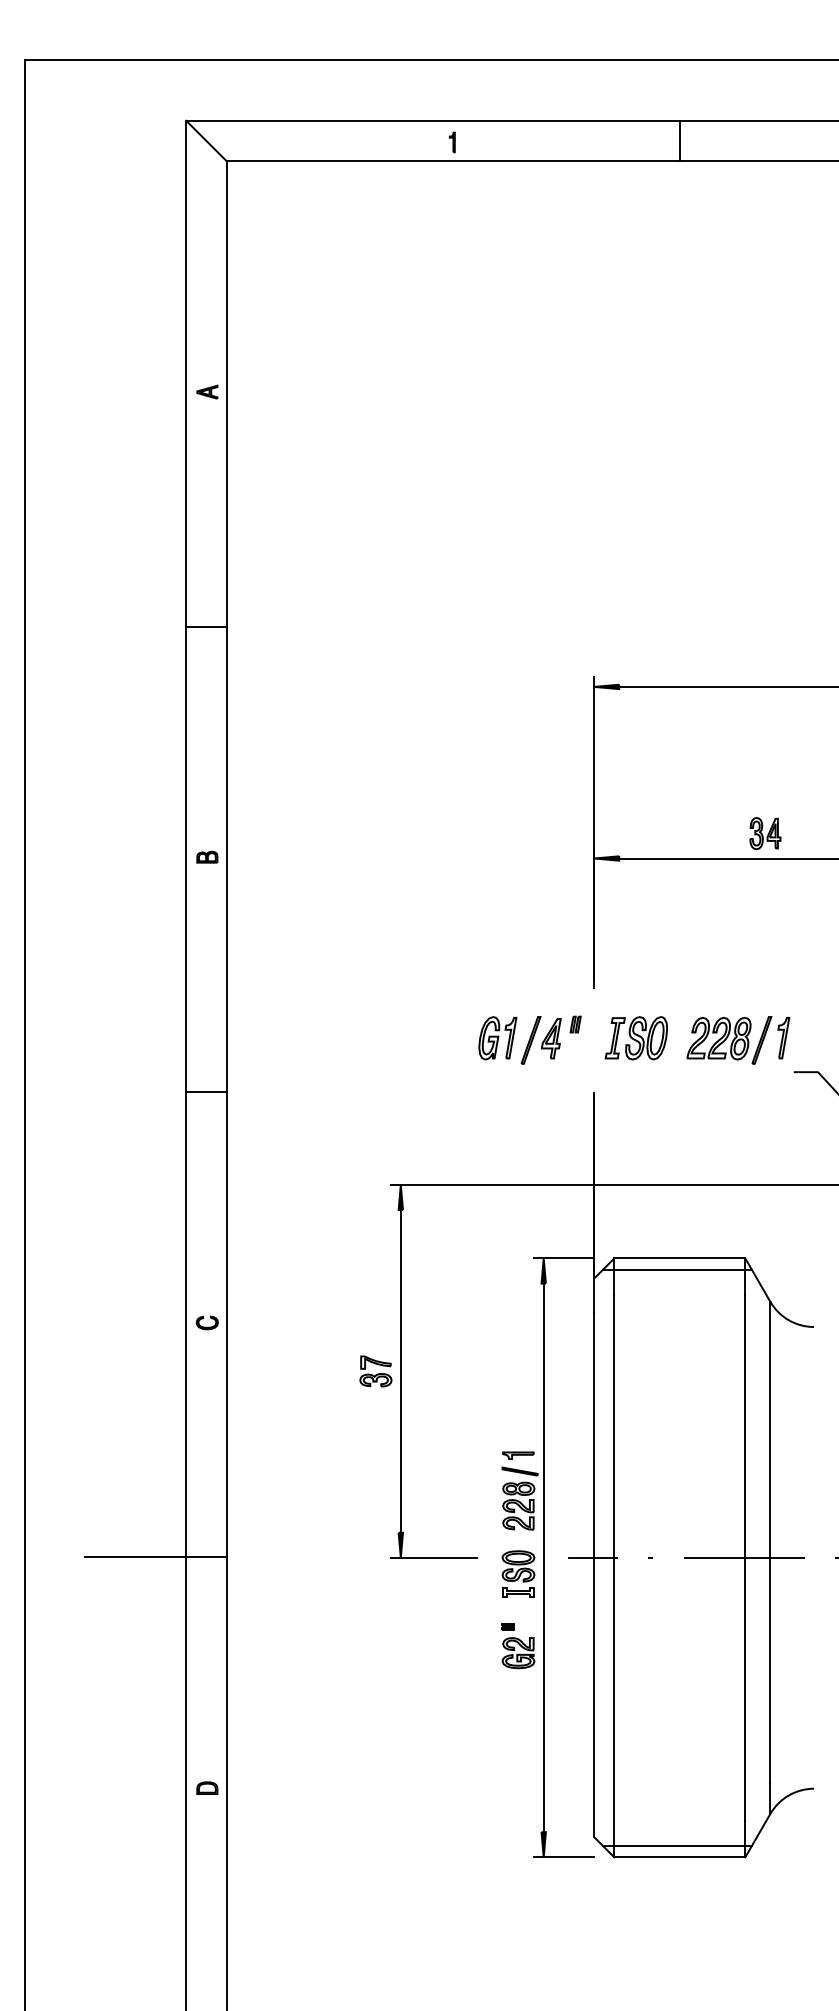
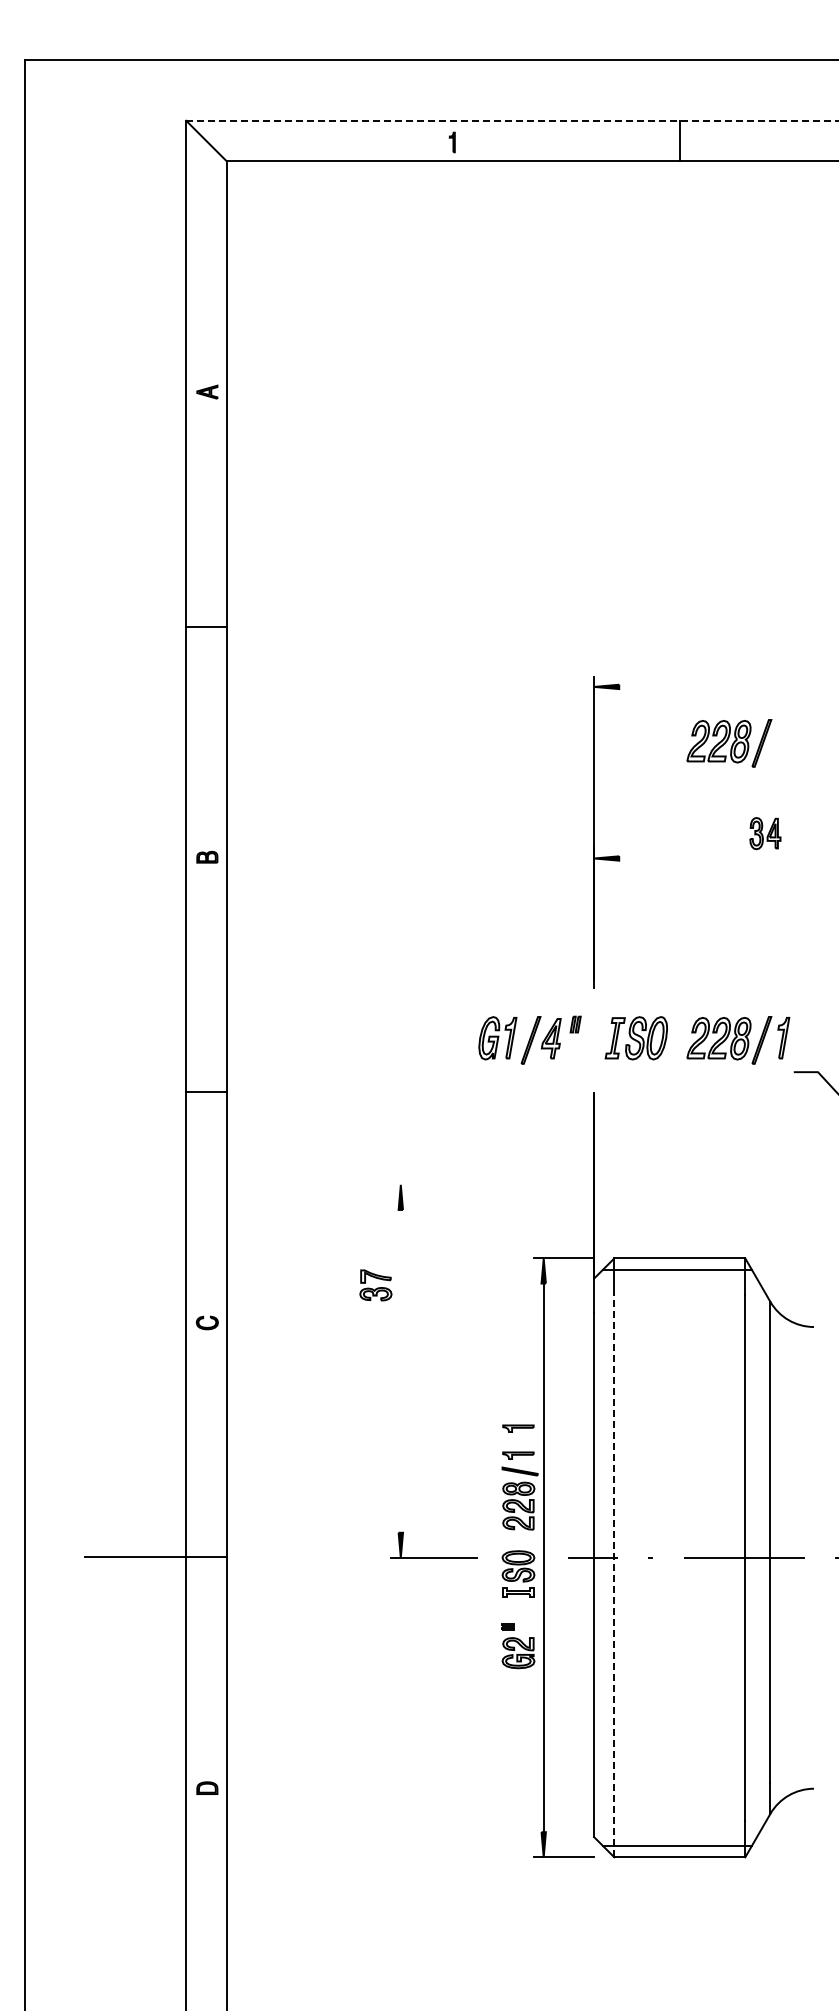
line at (512, 120): solid -> dashed
line at (727, 686): present -> none
part at (729, 743): none -> present
line at (727, 858): present -> none
line at (612, 1184): present -> none
line at (400, 1370): present -> none
part at (375, 1371) position: (375, 1371) -> (375, 1285)
part at (518, 1428): none -> present
line at (614, 1575): solid -> dashed
